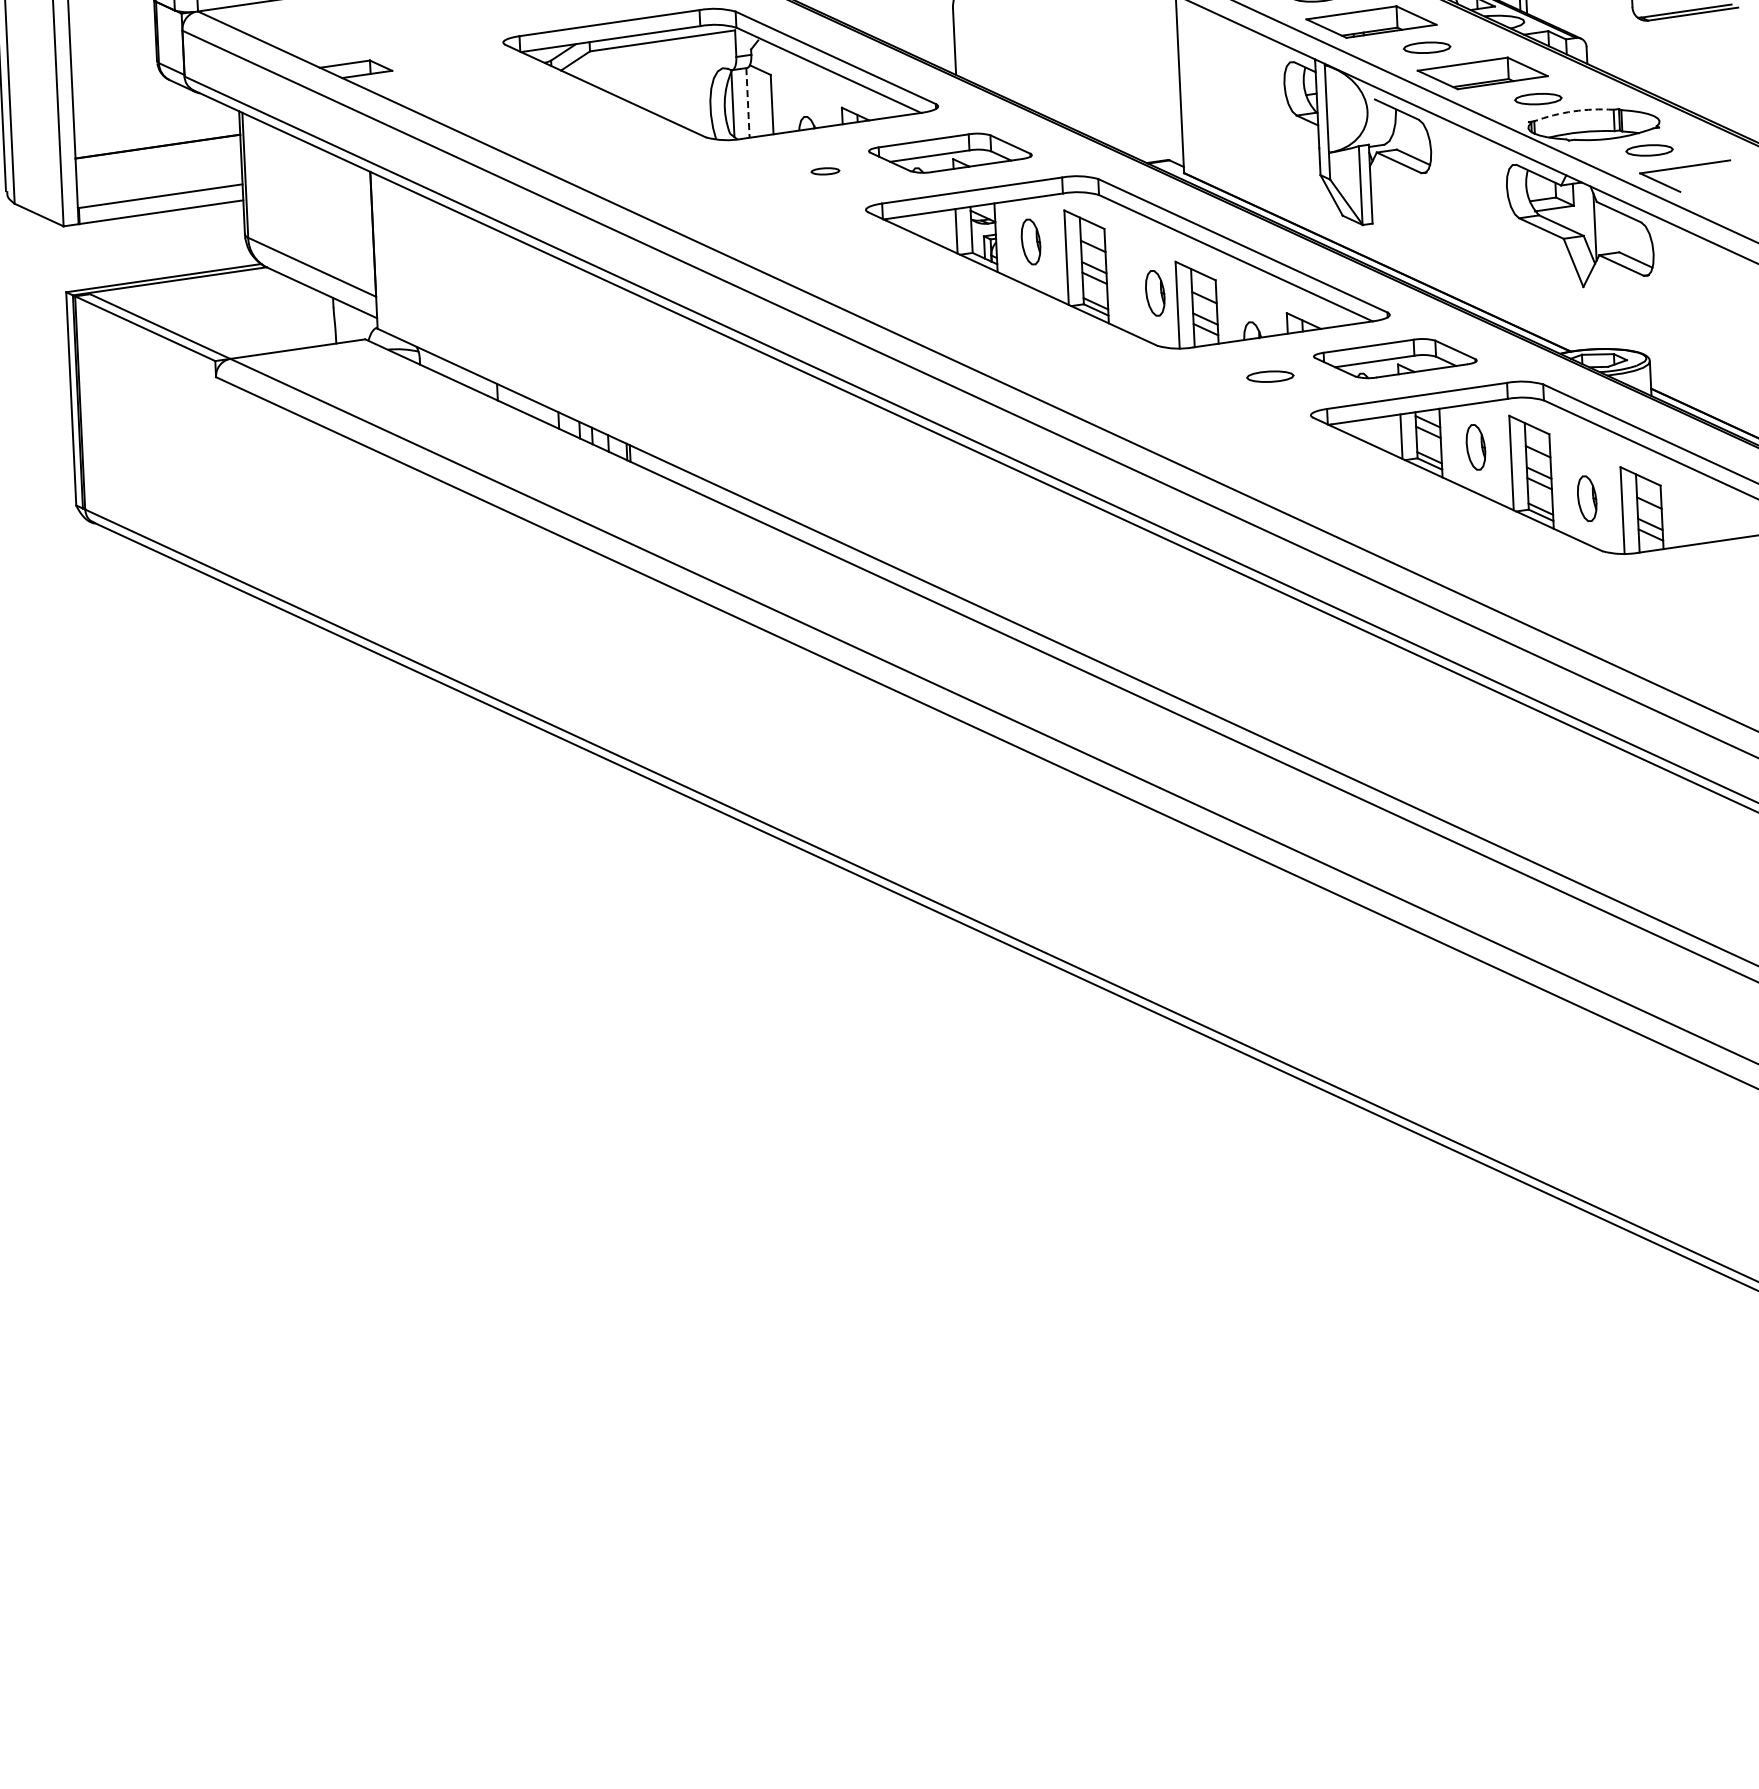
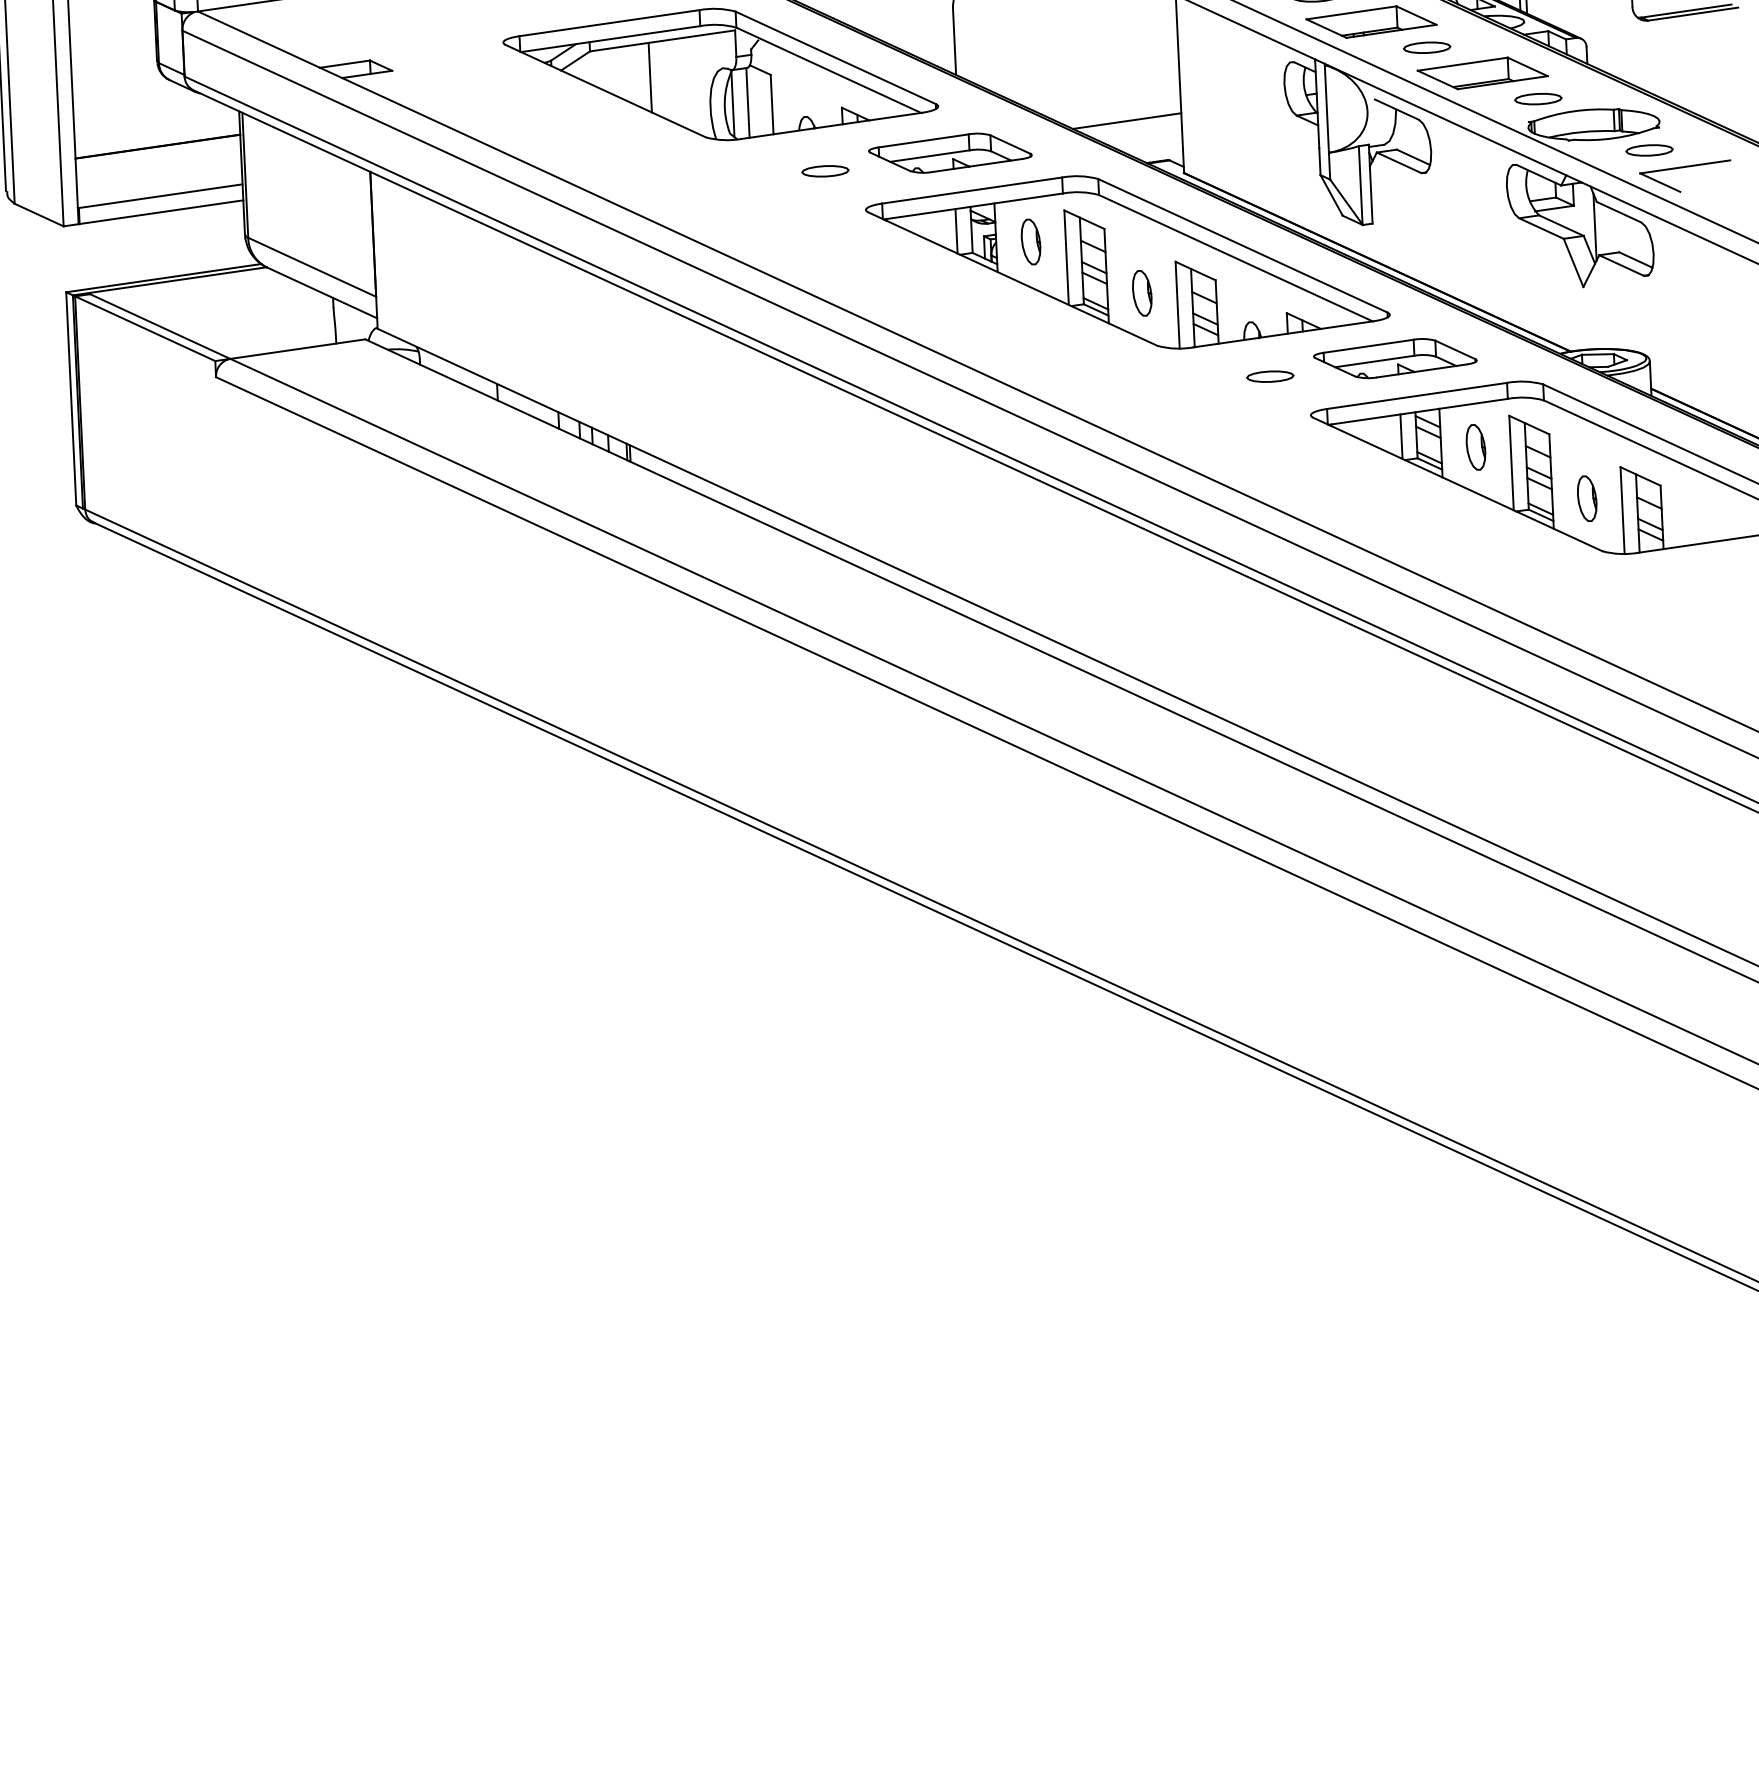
line at (649, 77): none -> present
line at (747, 102): dashed -> solid
arc at (1573, 111): dashed -> solid
line at (1126, 120): none -> present
part at (825, 171) size: 31x9 px -> 49x13 px
part at (1155, 293) position: (1155, 293) -> (1142, 293)
